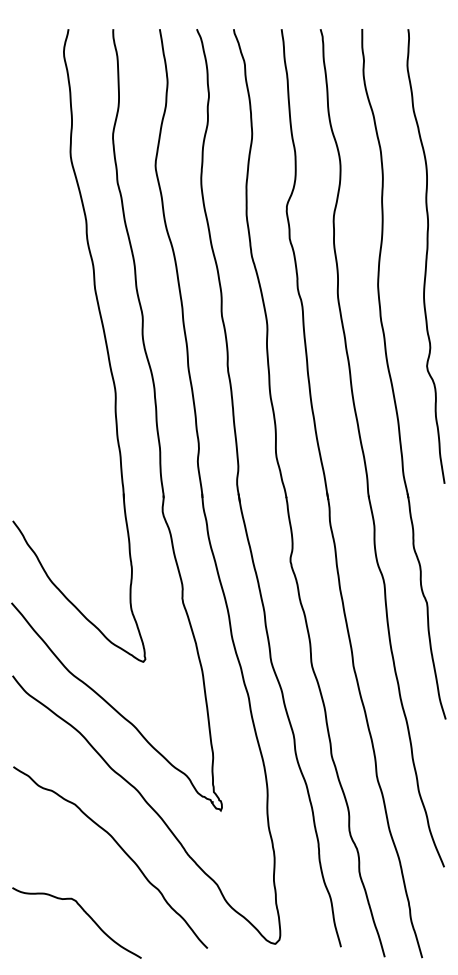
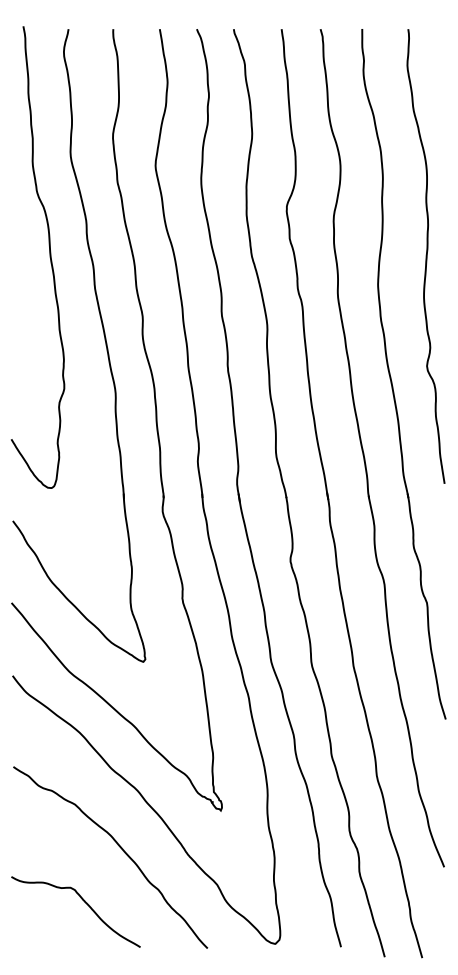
curve at (49, 257): none -> present
curve at (85, 913) position: (85, 913) -> (84, 902)
